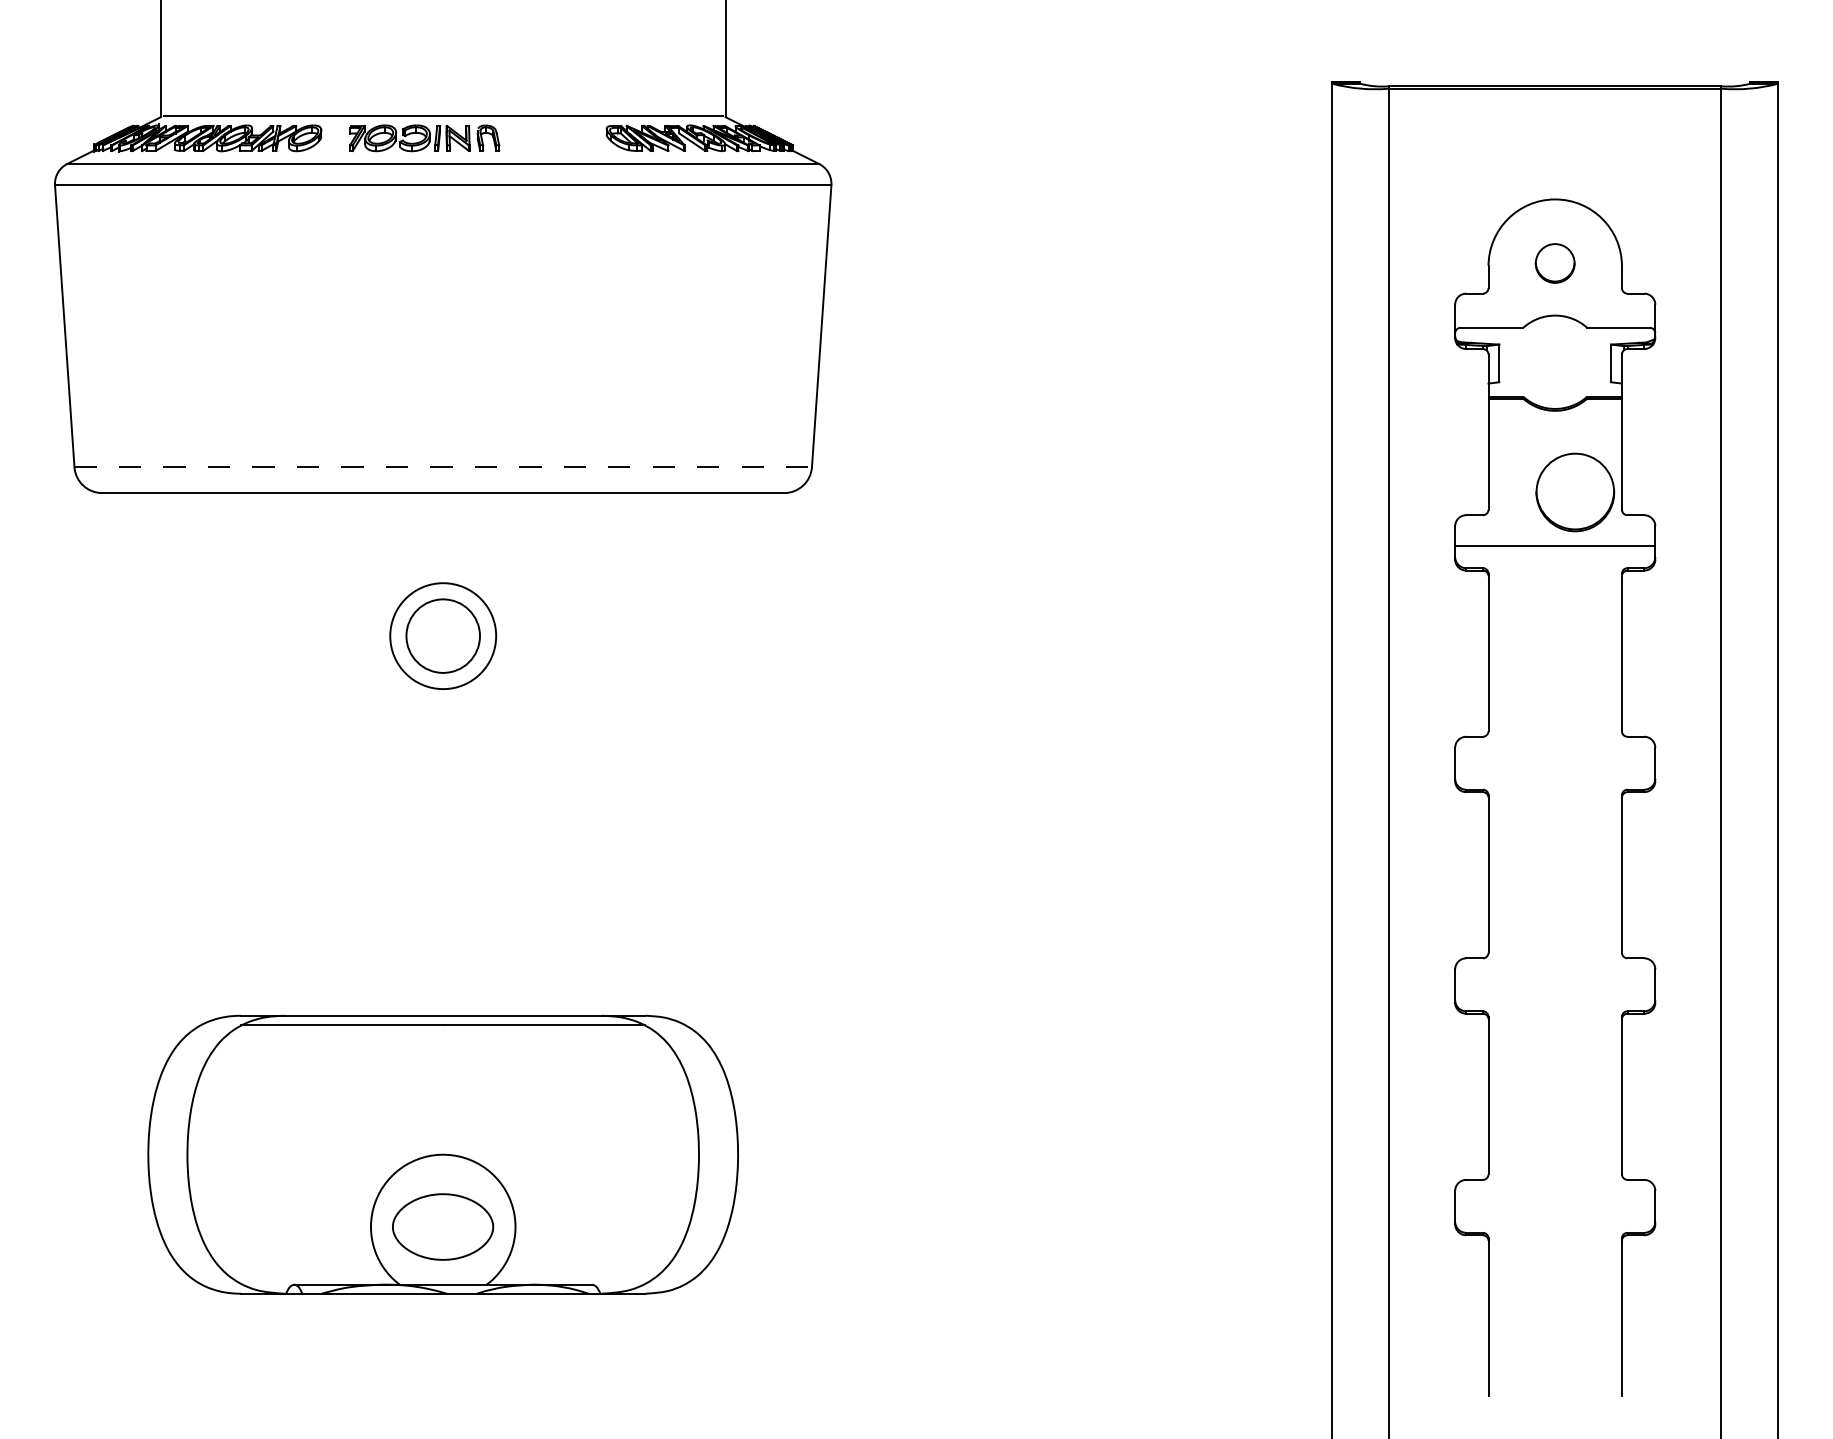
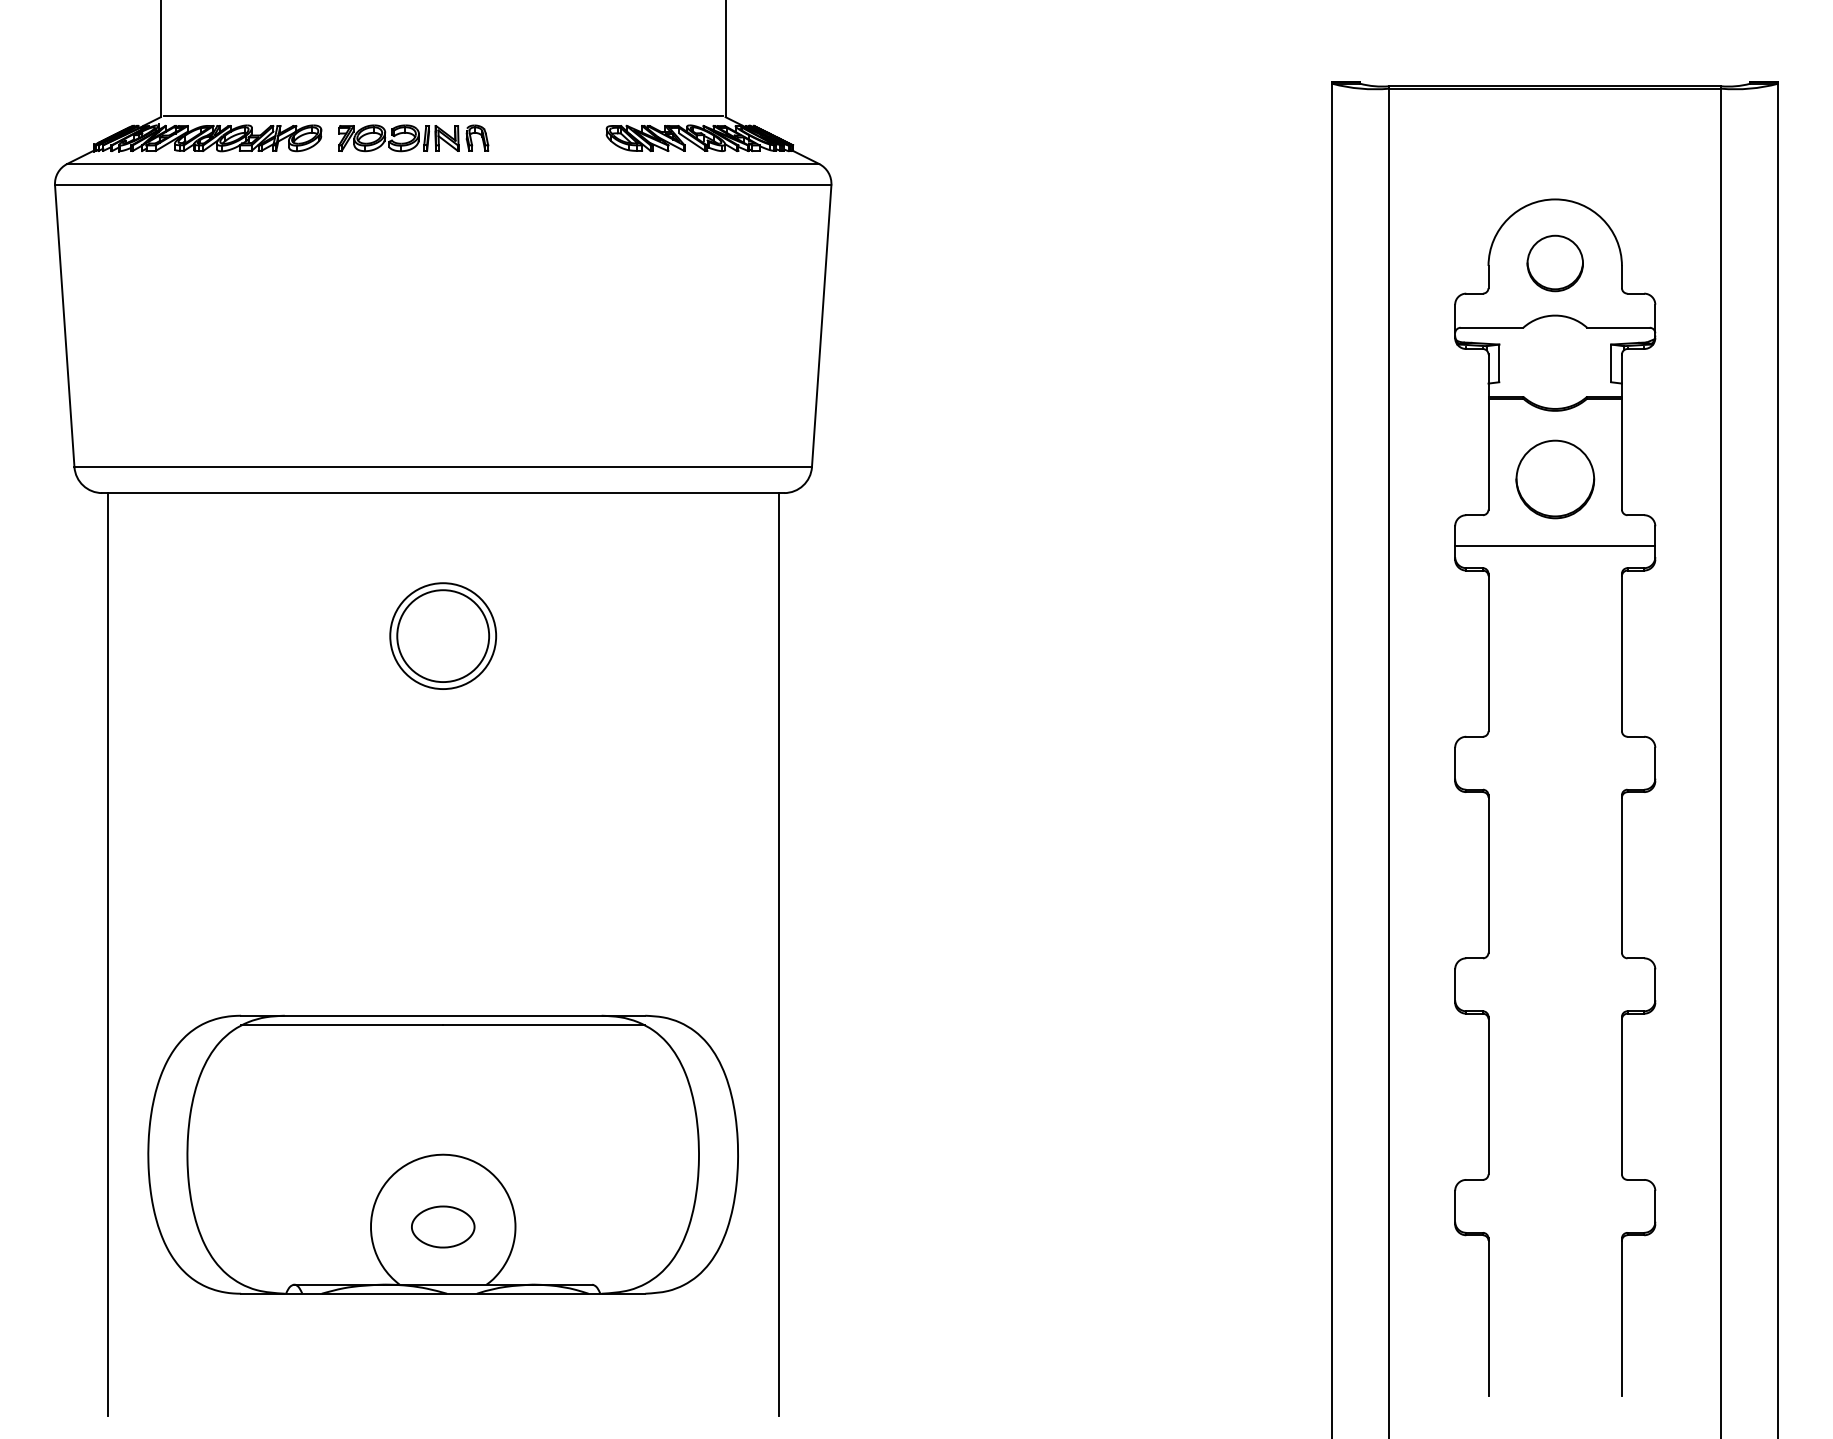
part at (424, 138) position: (424, 138) -> (413, 138)
part at (1554, 263) size: 42x41 px -> 58x59 px
line at (443, 467): dashed -> solid
part at (1575, 492) position: (1575, 492) -> (1555, 479)
circle at (442, 635) diameter: 74 px -> 92 px
line at (107, 954): none -> present
line at (778, 954): none -> present
part at (443, 1226) size: 103x68 px -> 65x44 px
